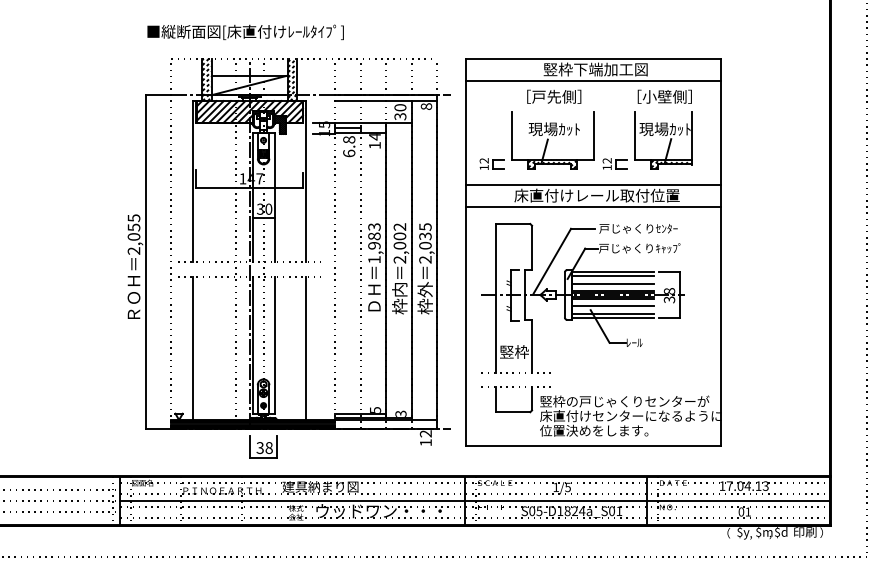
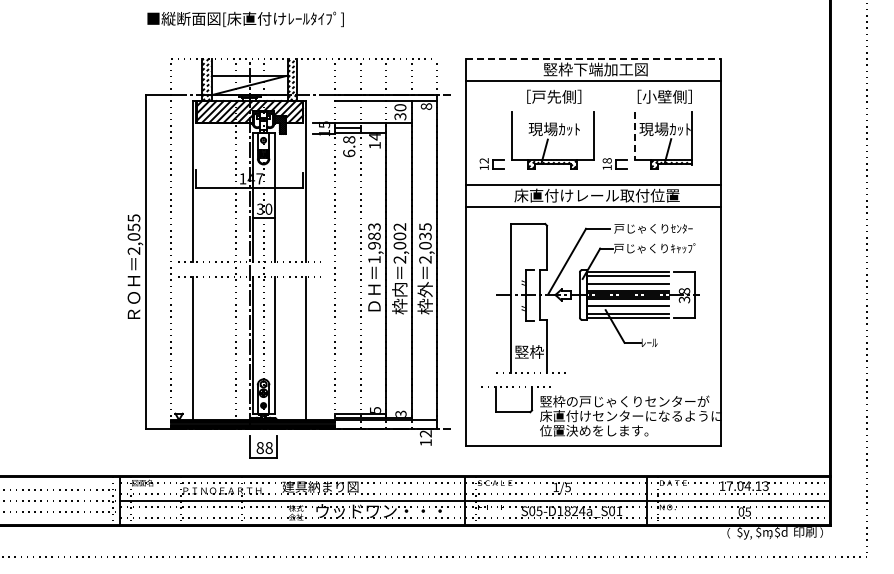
text at (245, 32) position: (245, 32) -> (245, 19)
line at (594, 58): solid -> dashed
line at (634, 136): solid -> dashed
text at (607, 160): 12 -> 18
part at (582, 297) position: (582, 297) -> (597, 297)
text at (259, 447): 38 -> 88
text at (747, 511): 01 -> 05
